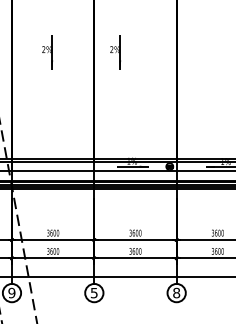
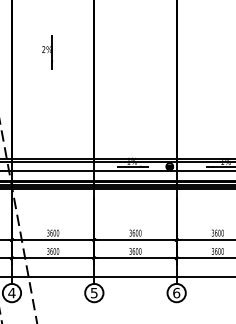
part at (115, 52): present -> none
text at (11, 292): 9 -> 4
text at (176, 293): 8 -> 6
